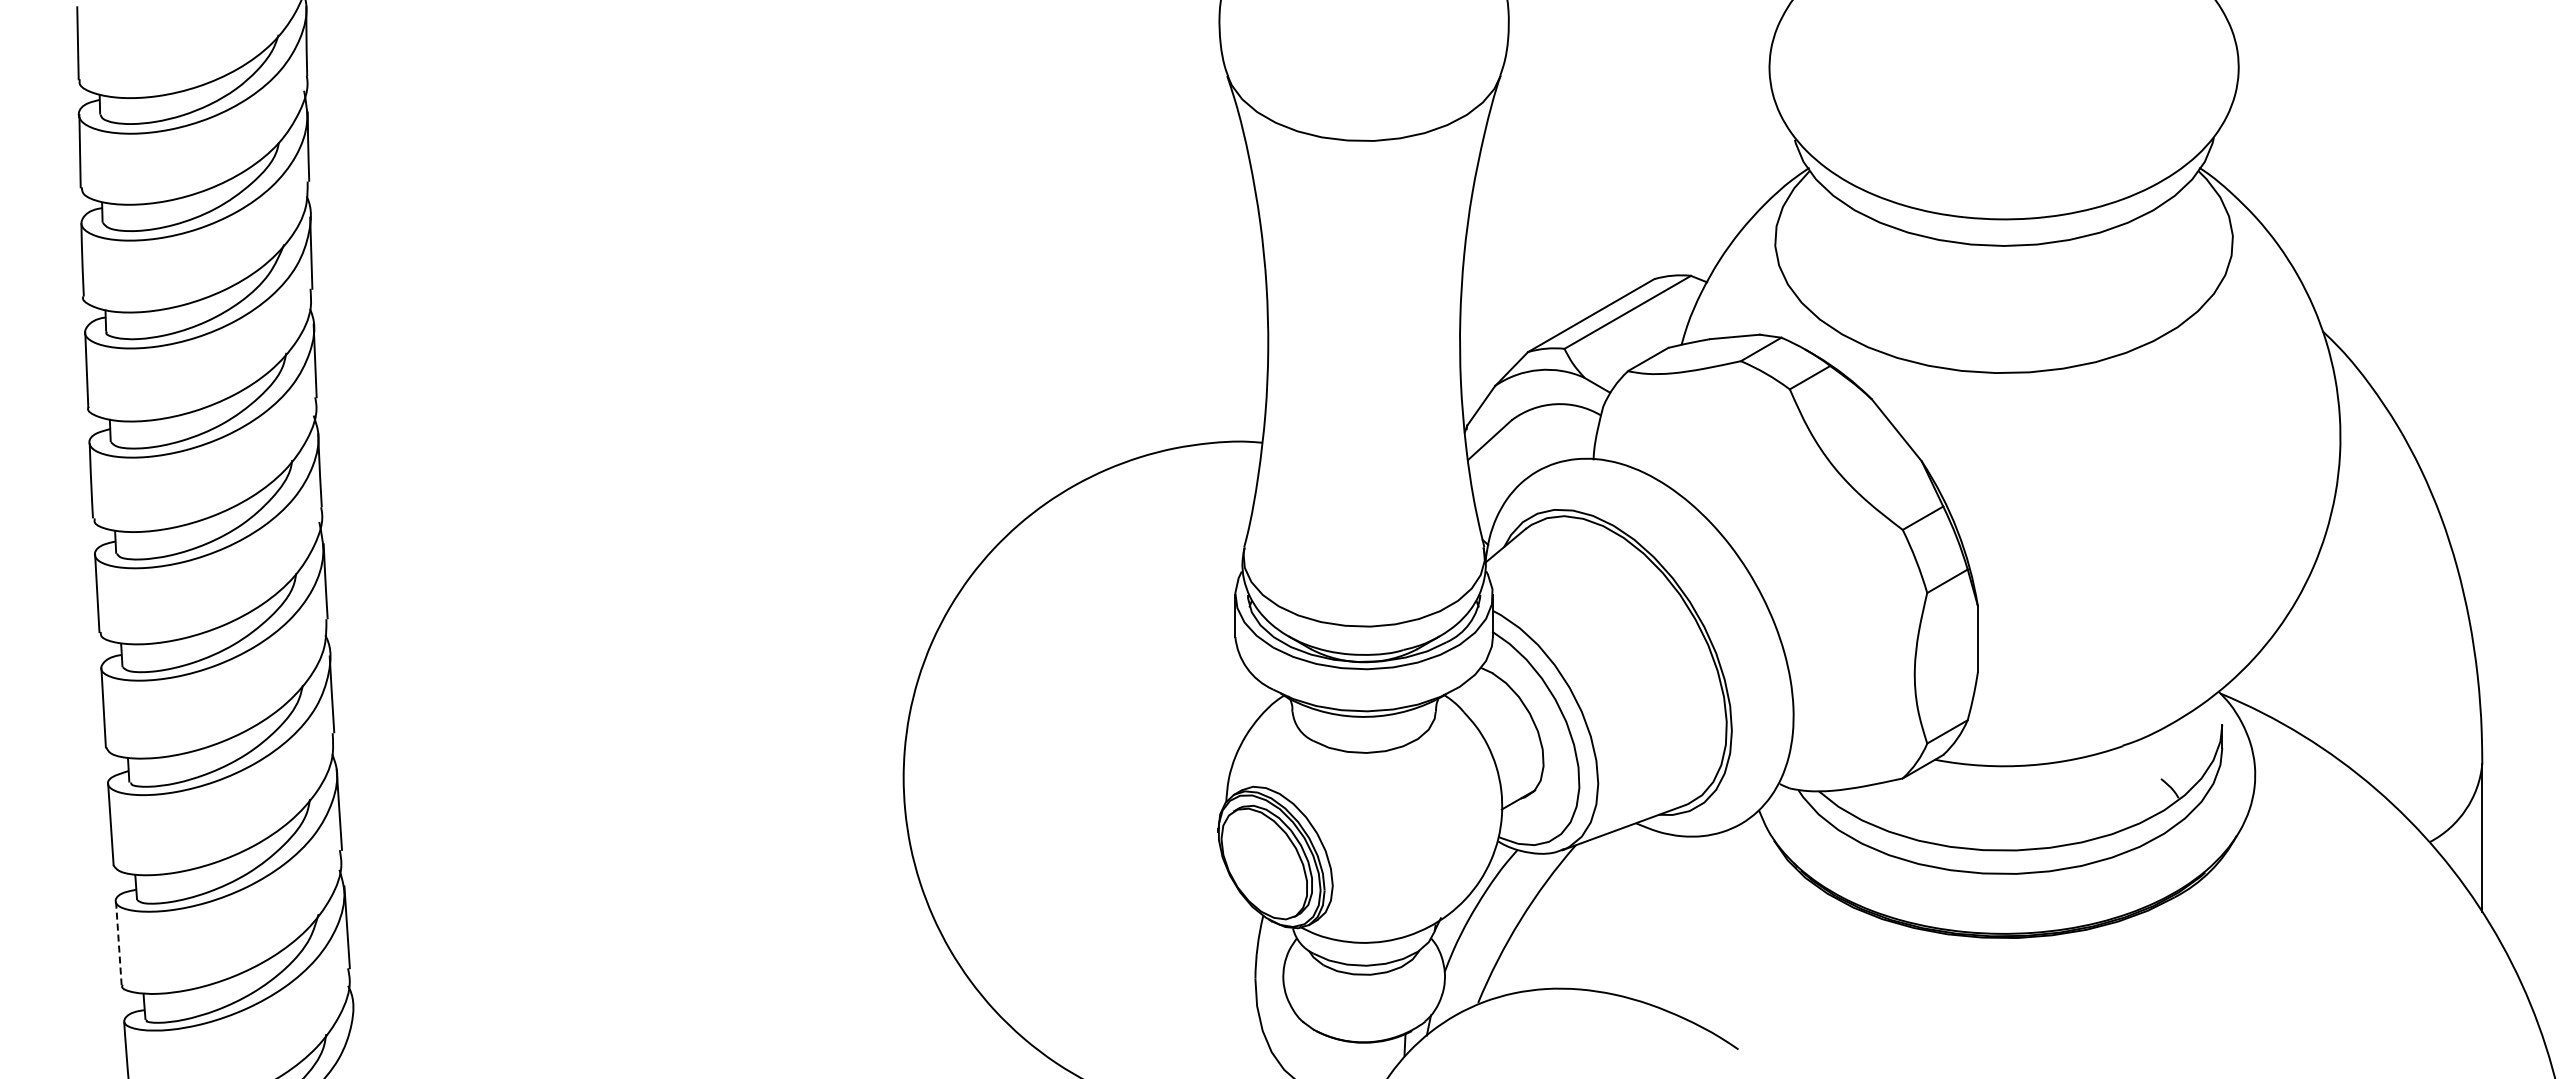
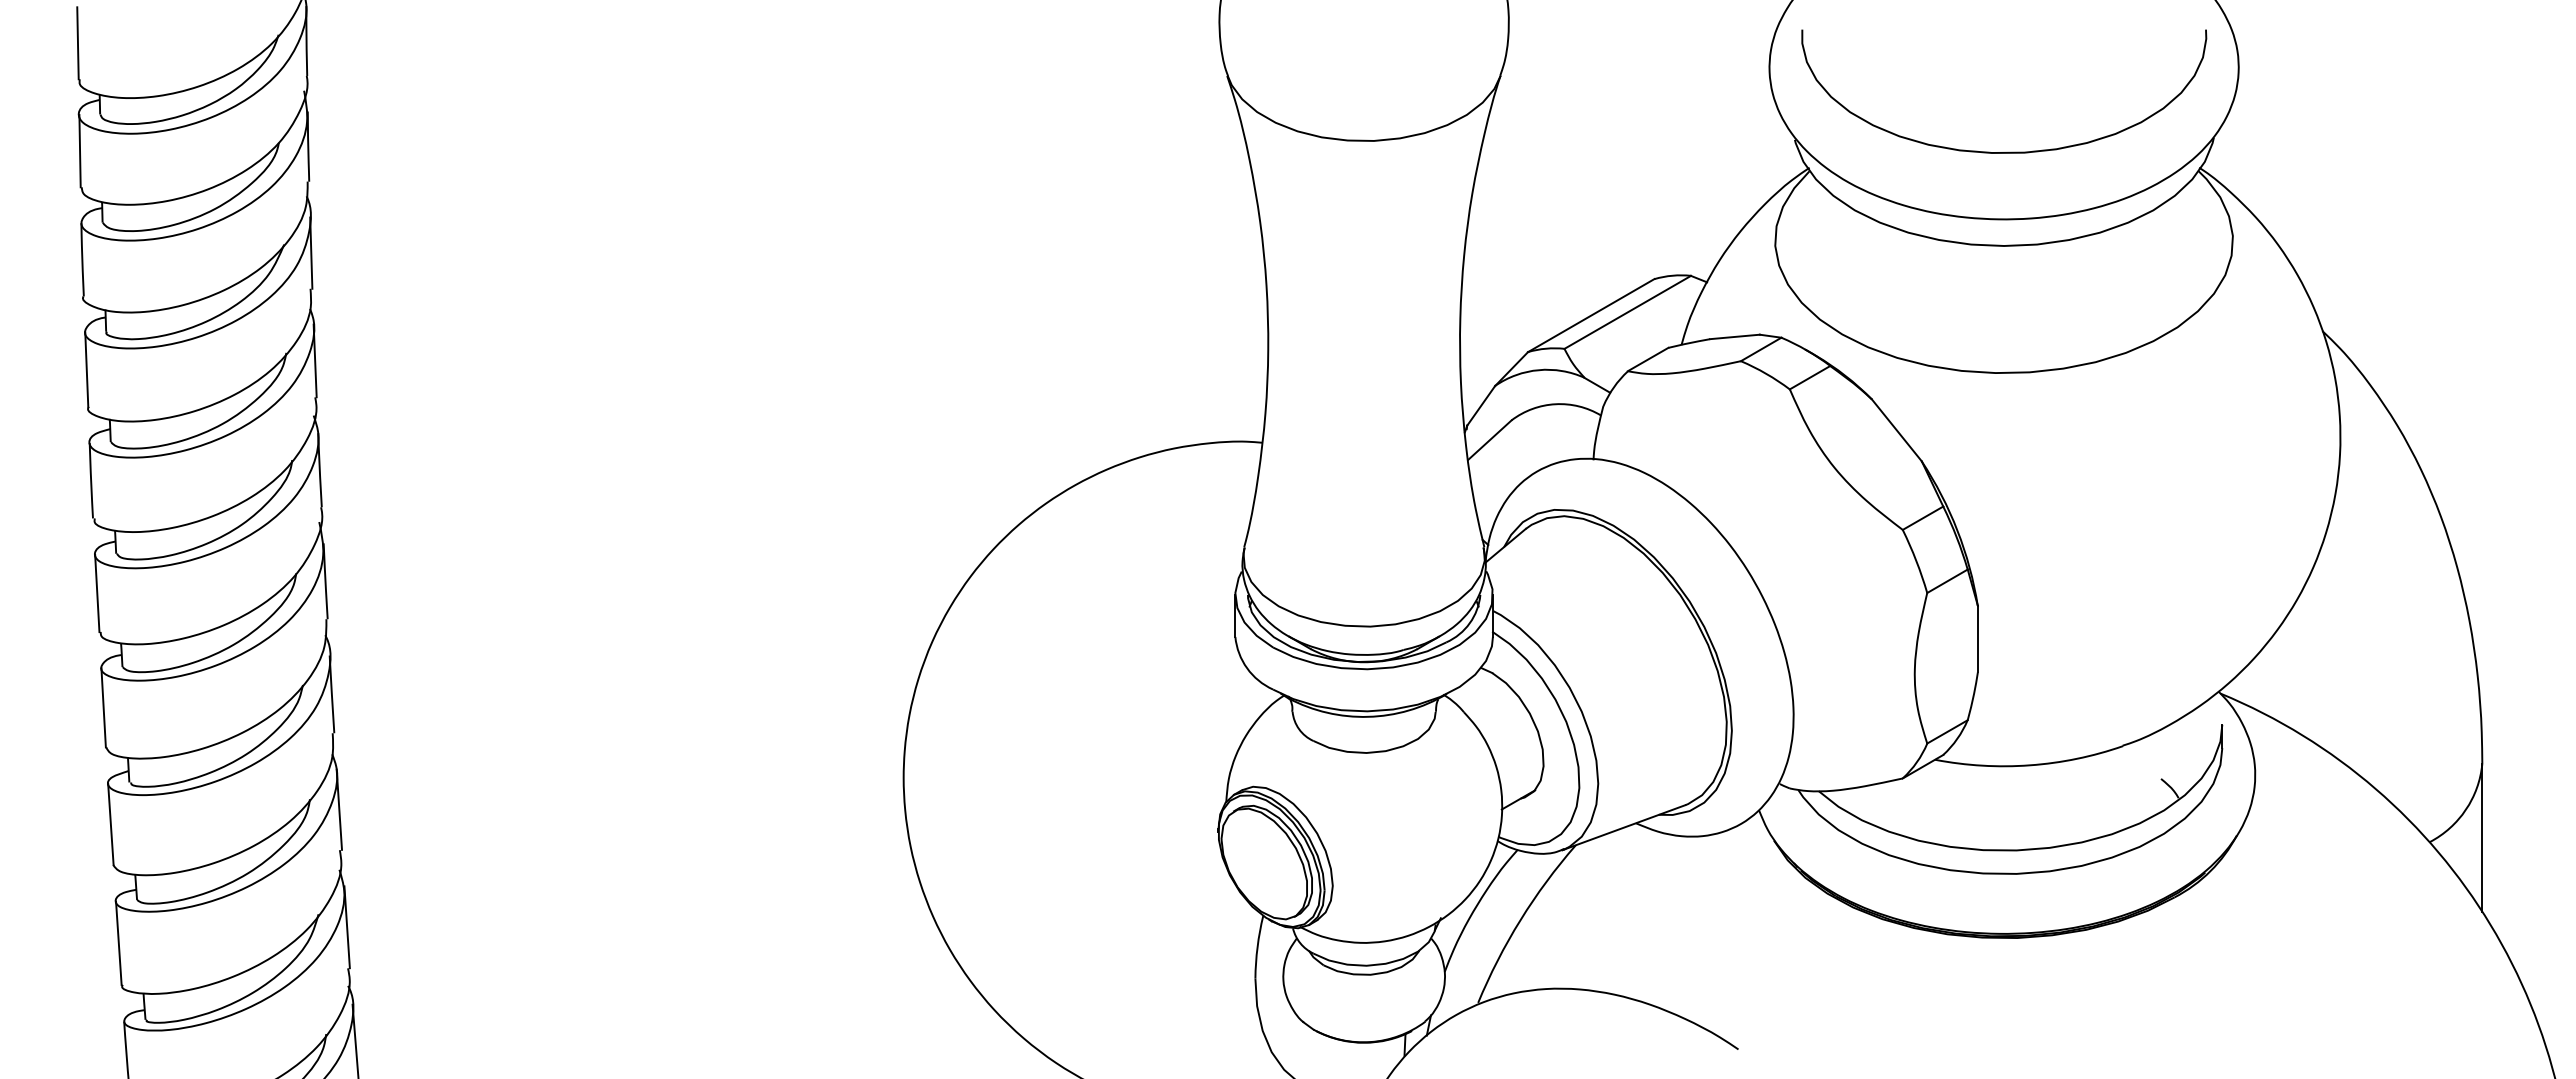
curve at (2007, 151): none -> present
line at (118, 943): dashed -> solid
line at (355, 1039): none -> present
